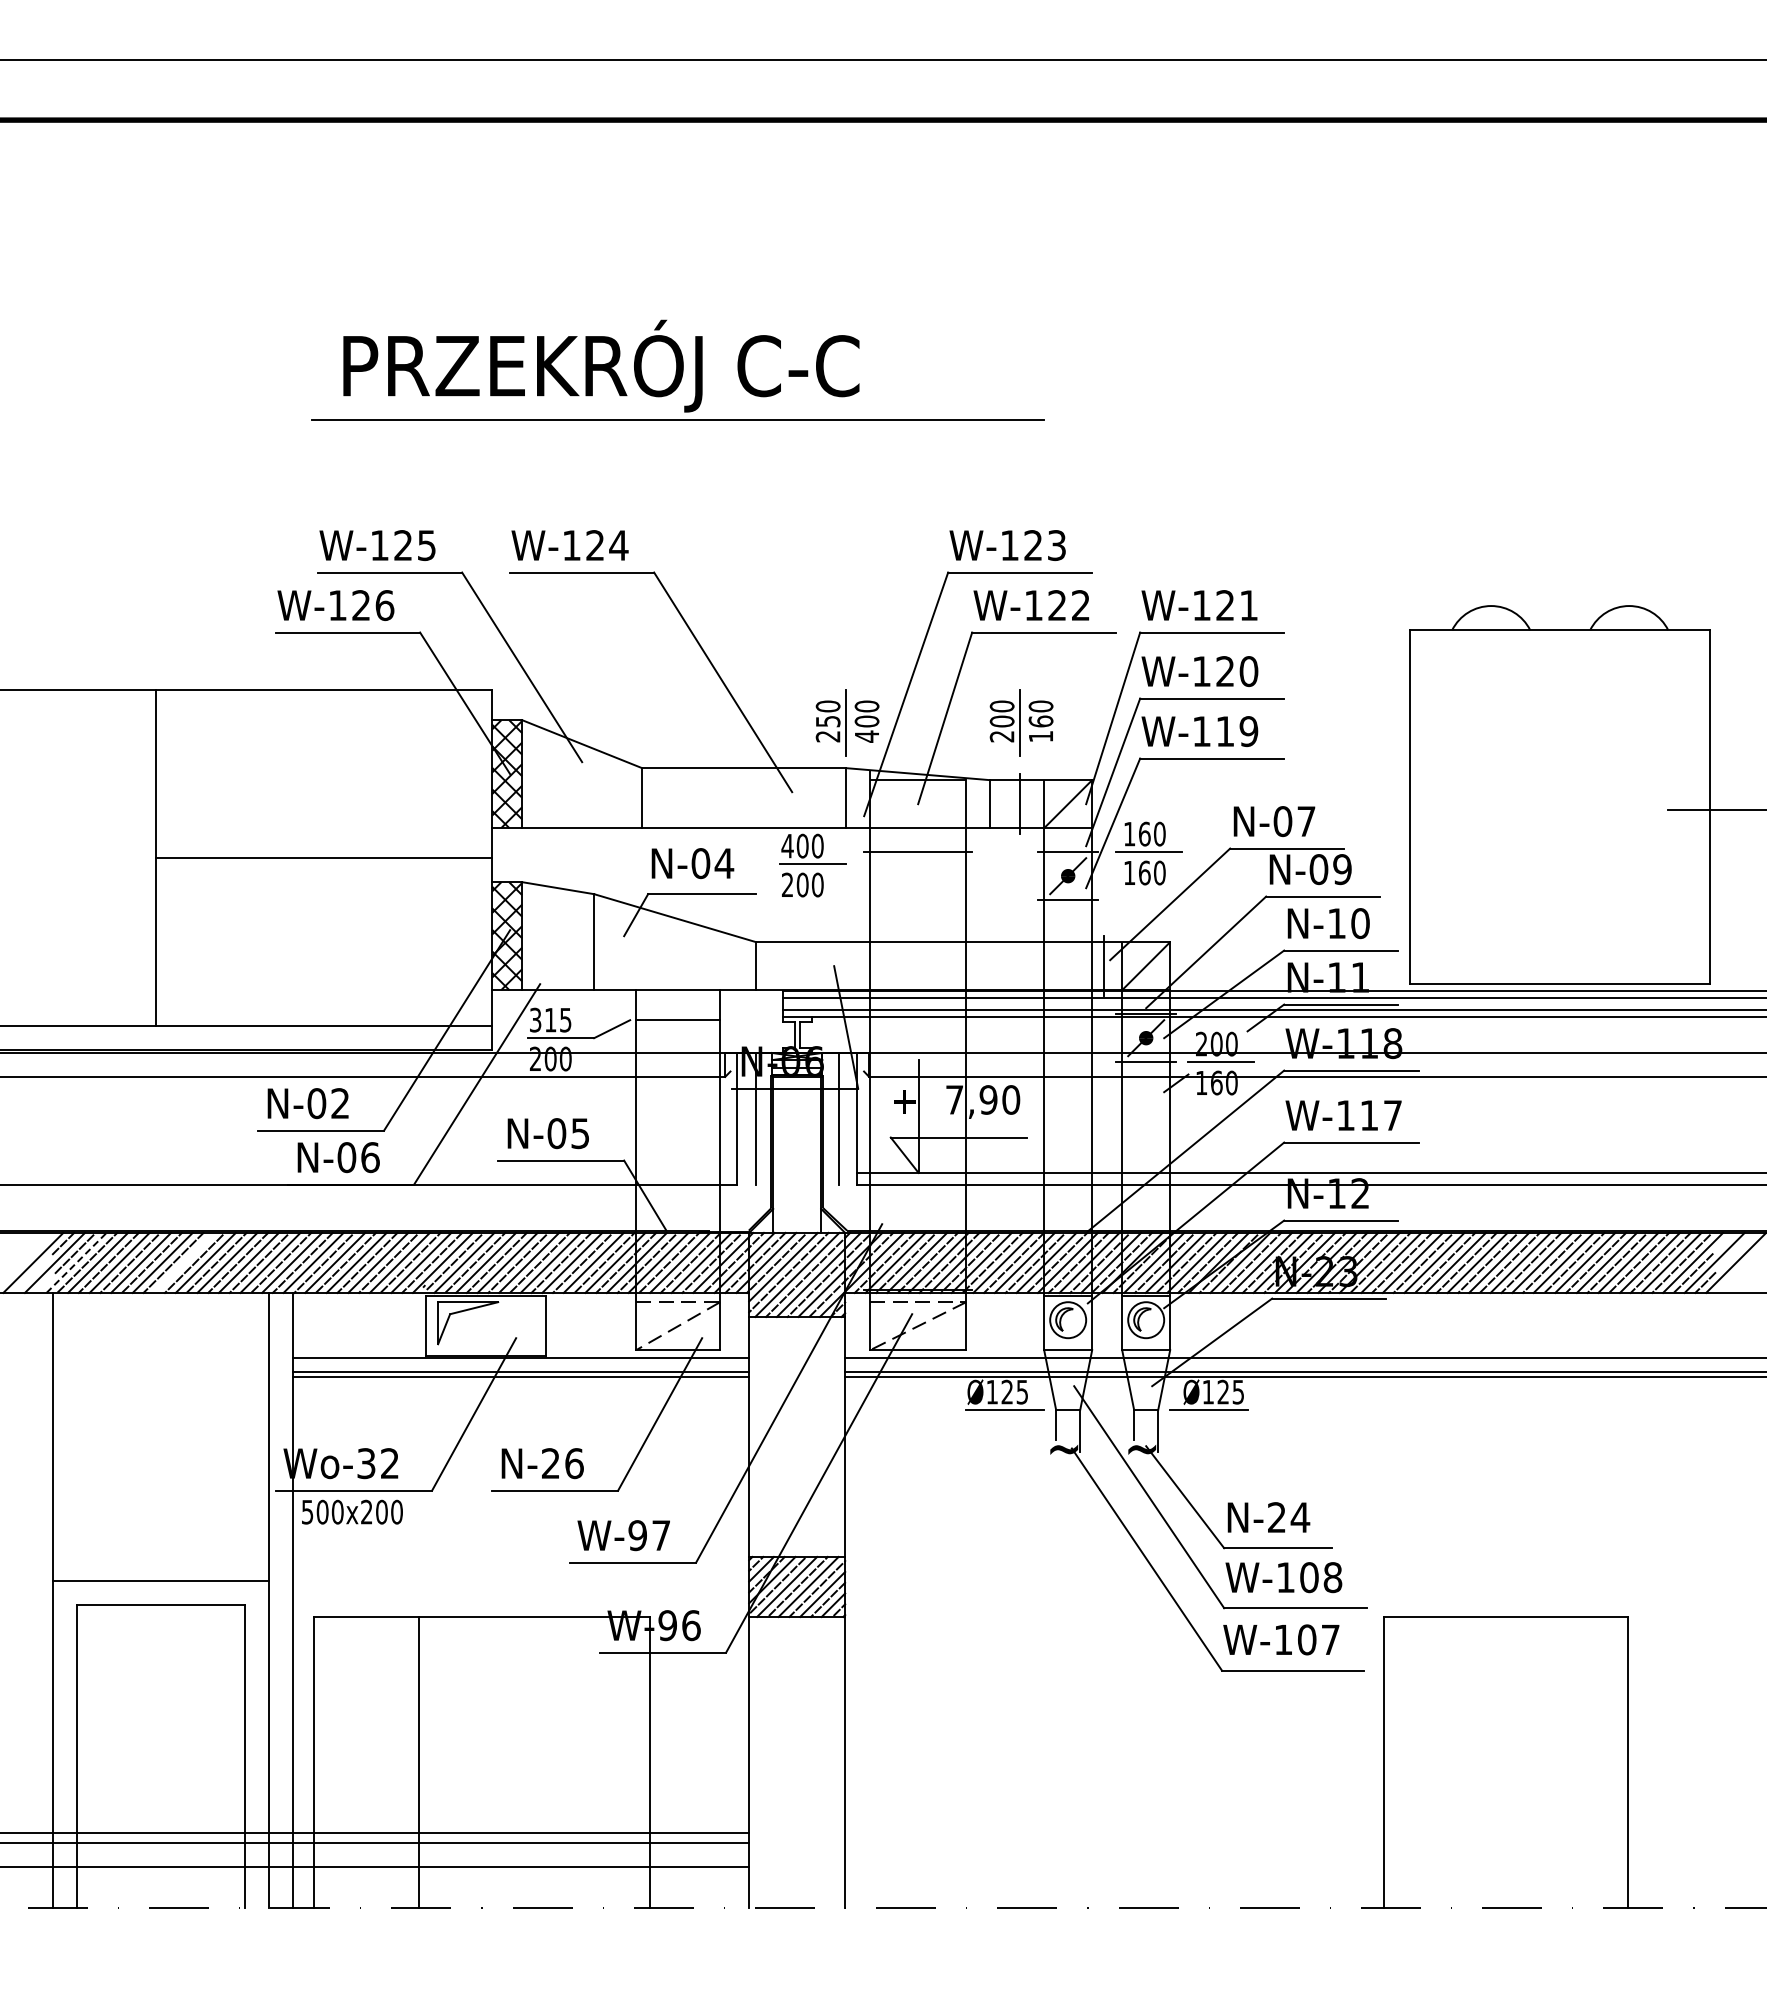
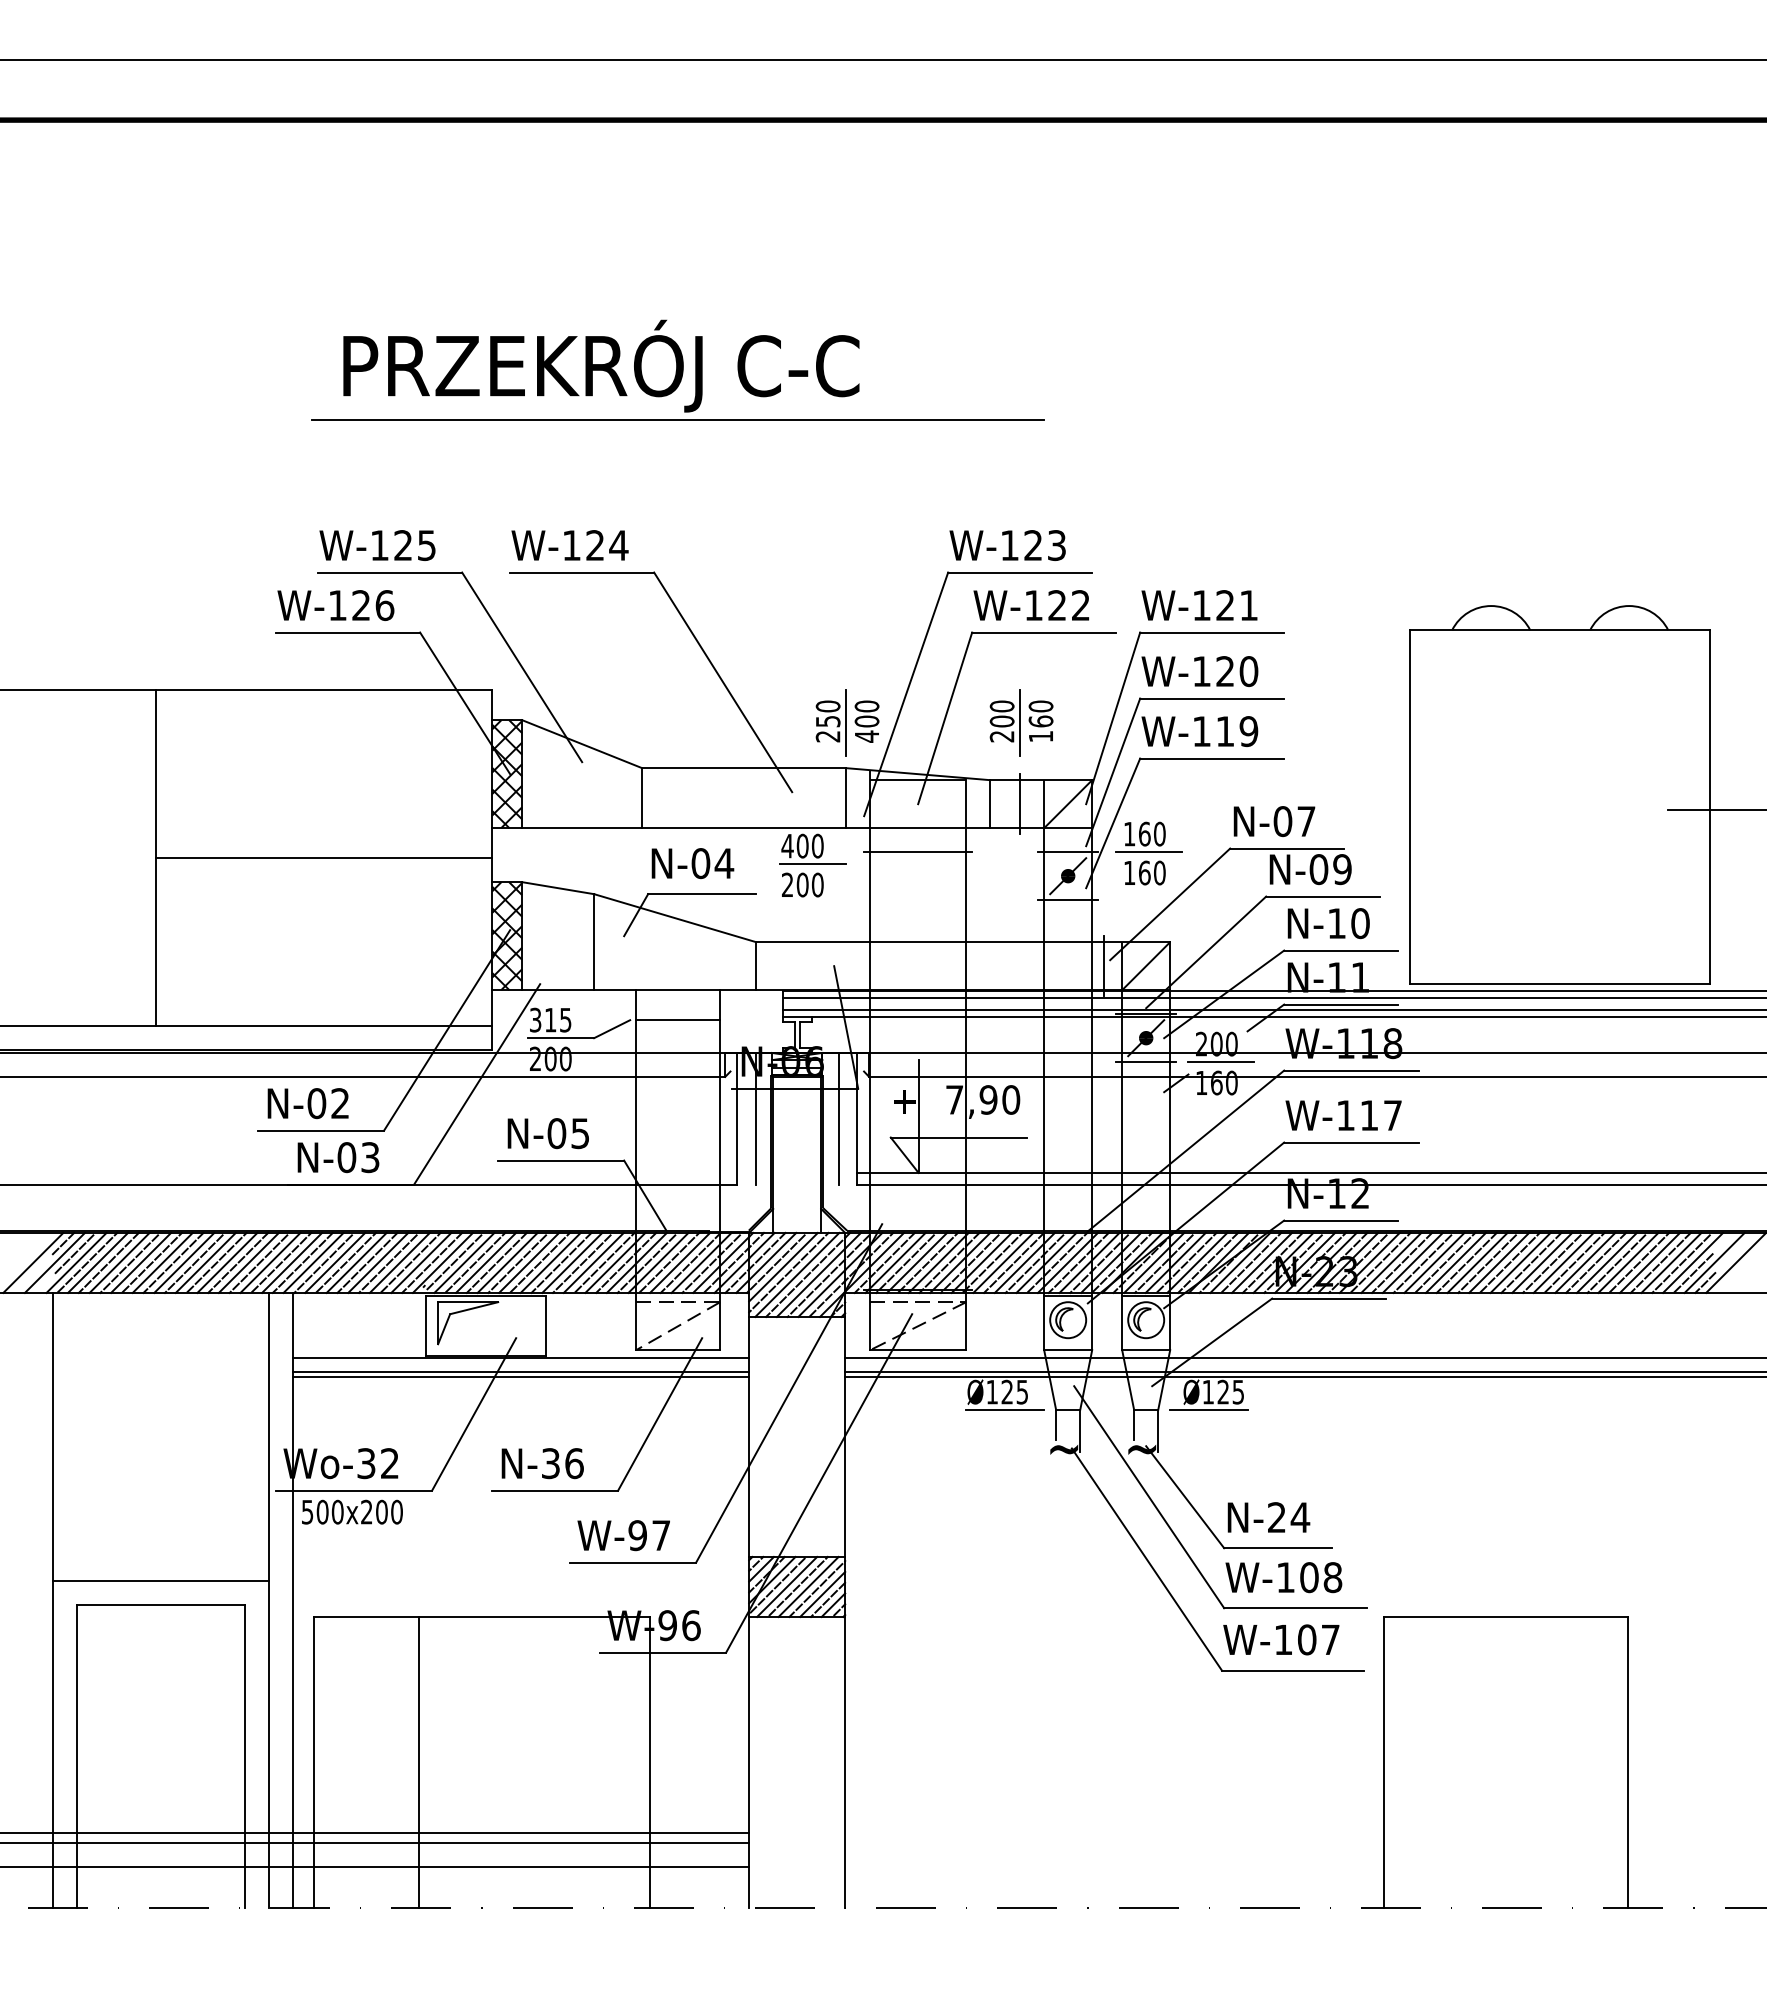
text at (370, 1157): N-06 -> N-03
line at (76, 1262): dashed -> solid
line at (184, 1262): none -> present
text at (550, 1463): N-26 -> N-36
